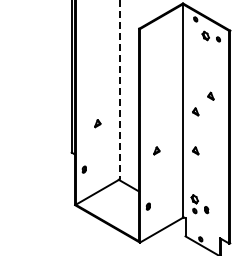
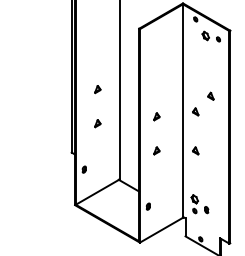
part at (97, 89): none -> present
line at (119, 90): dashed -> solid
part at (156, 116): none -> present
